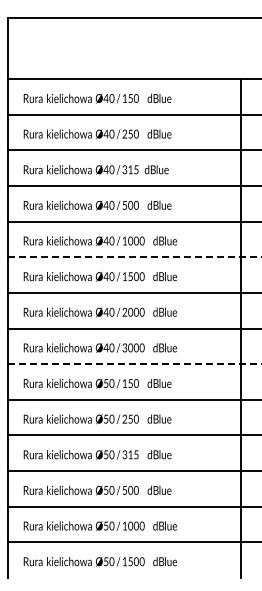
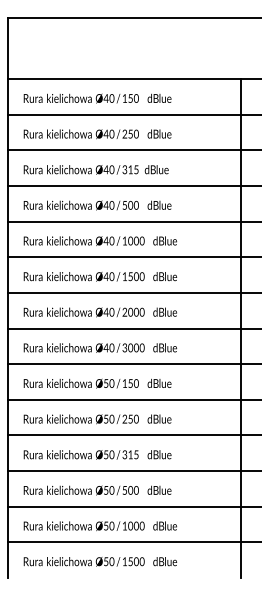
line at (134, 257): dashed -> solid
line at (134, 364): dashed -> solid
